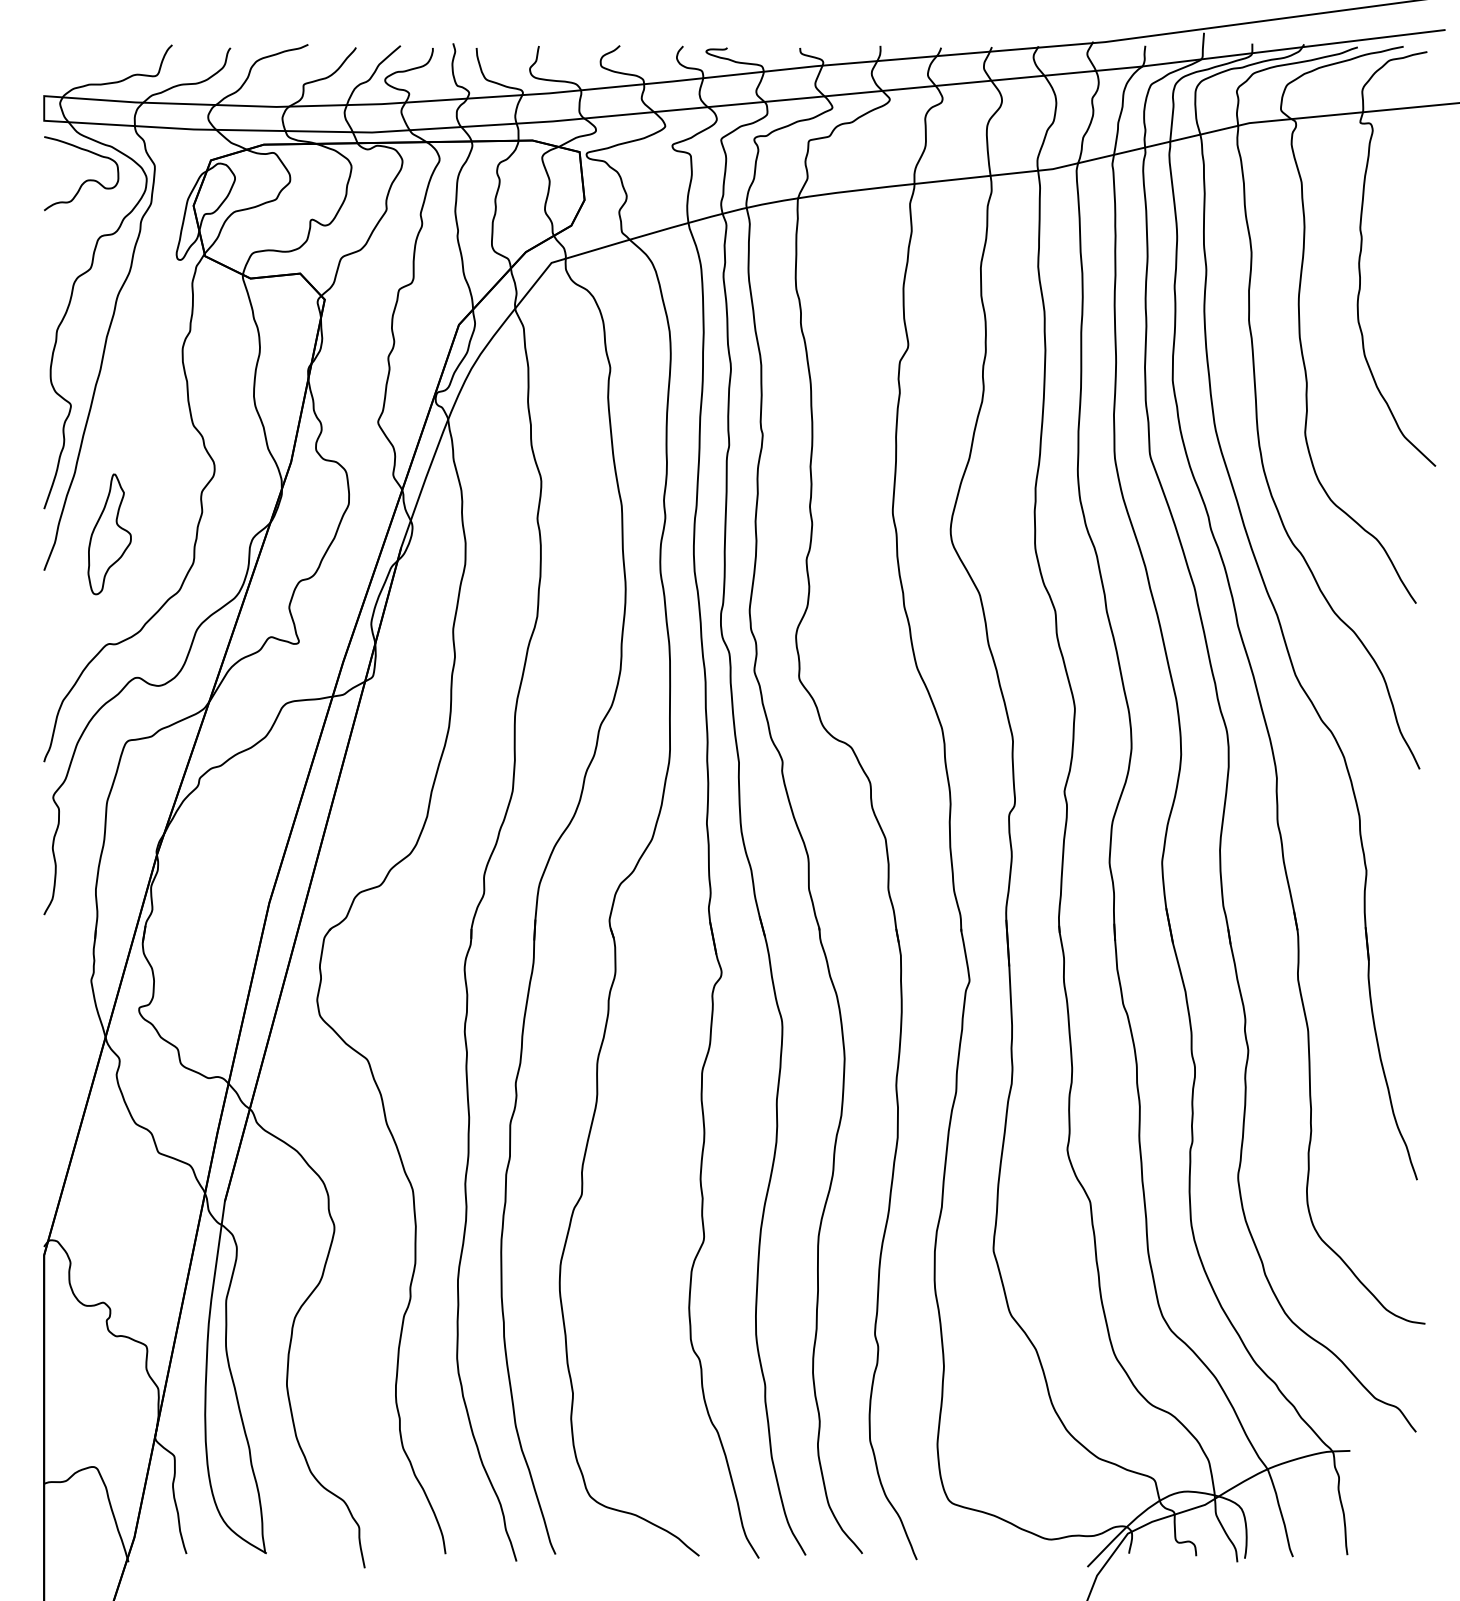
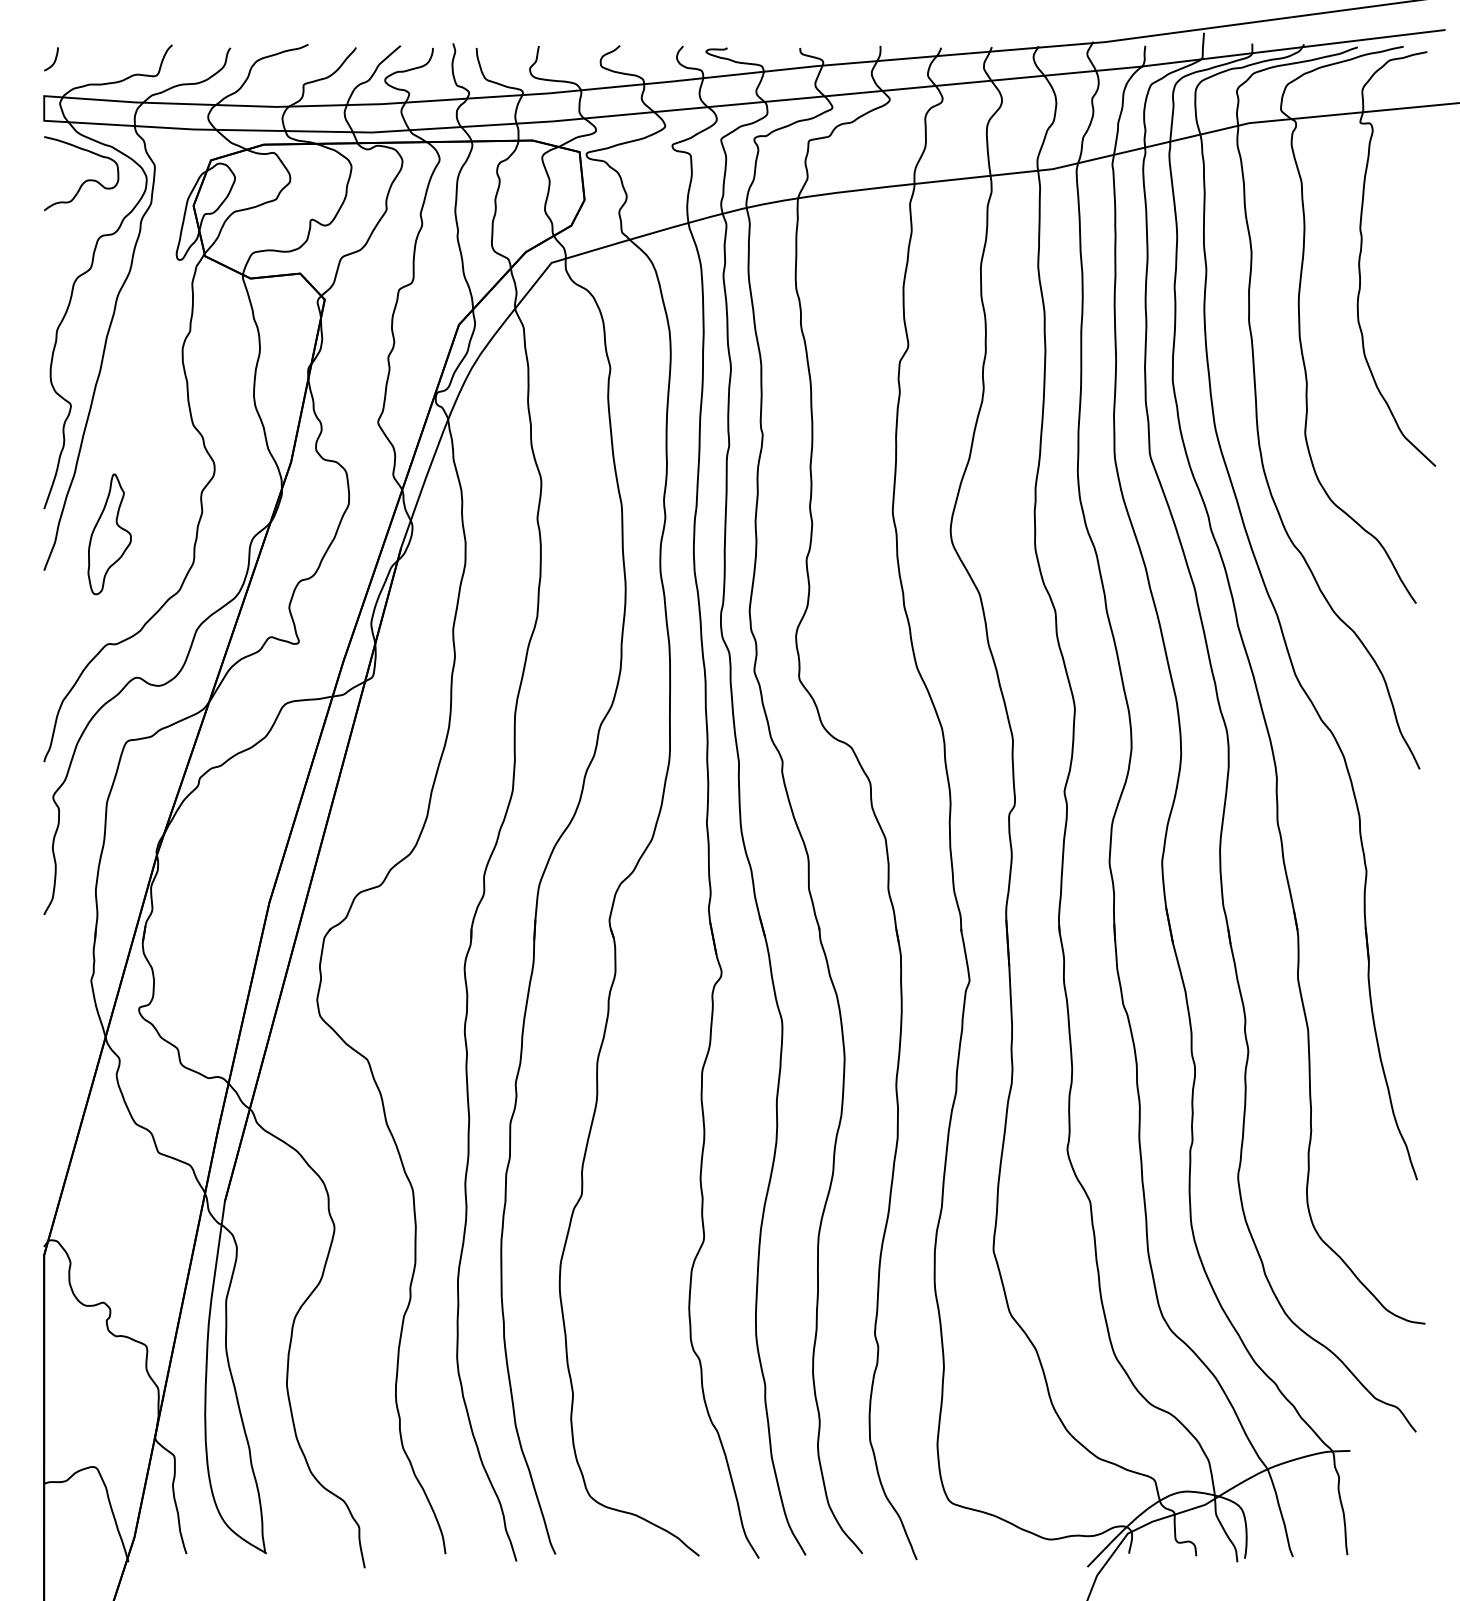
curve at (54, 59): none -> present
